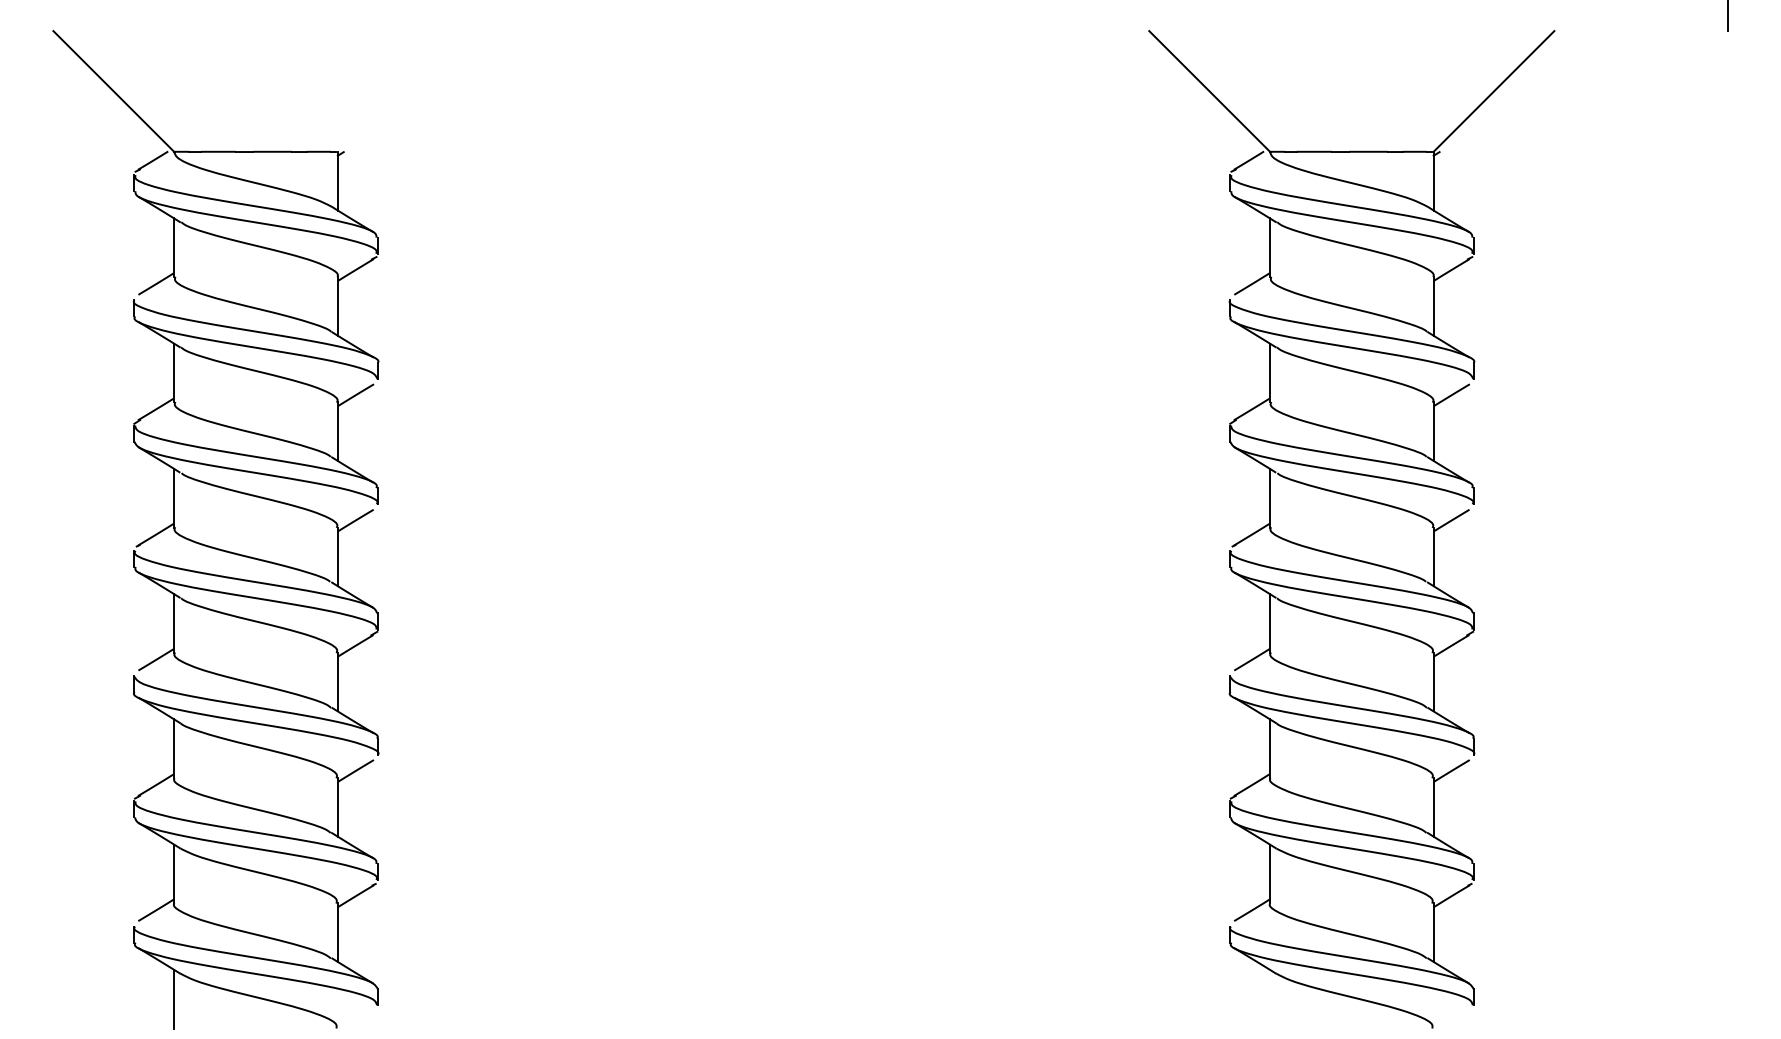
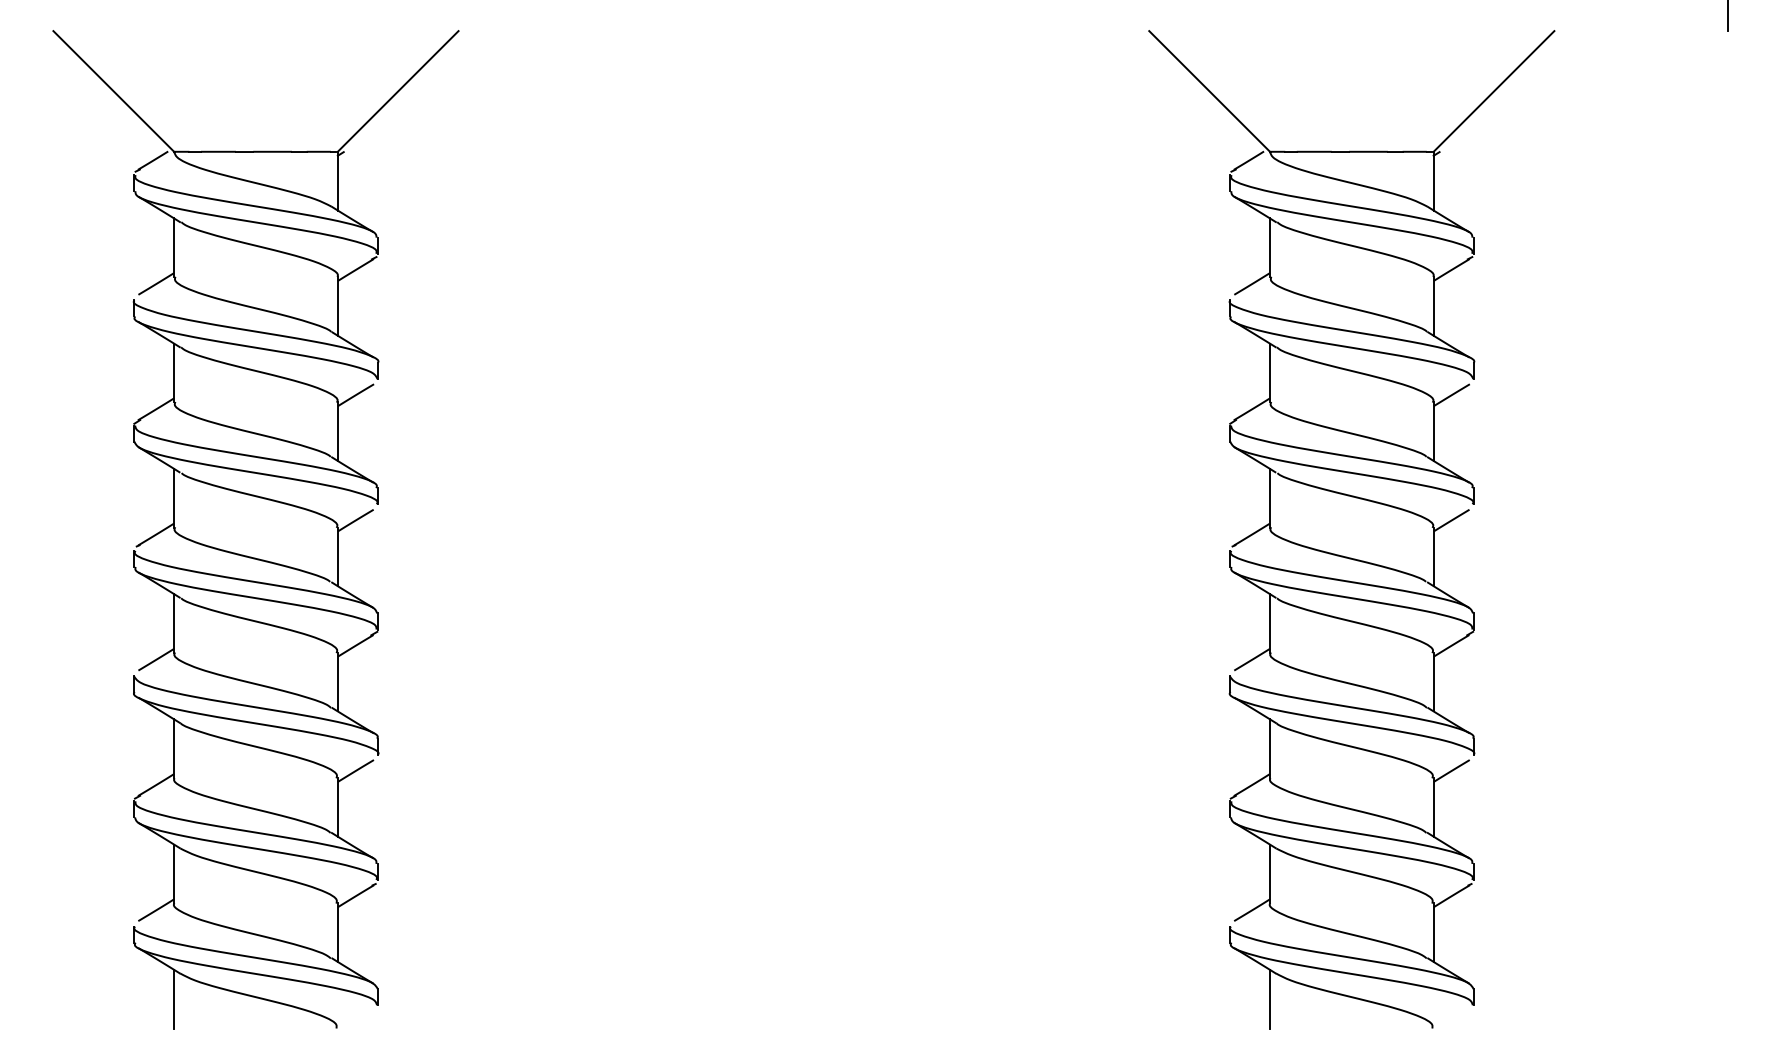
line at (397, 91): none -> present
line at (1269, 998): none -> present
